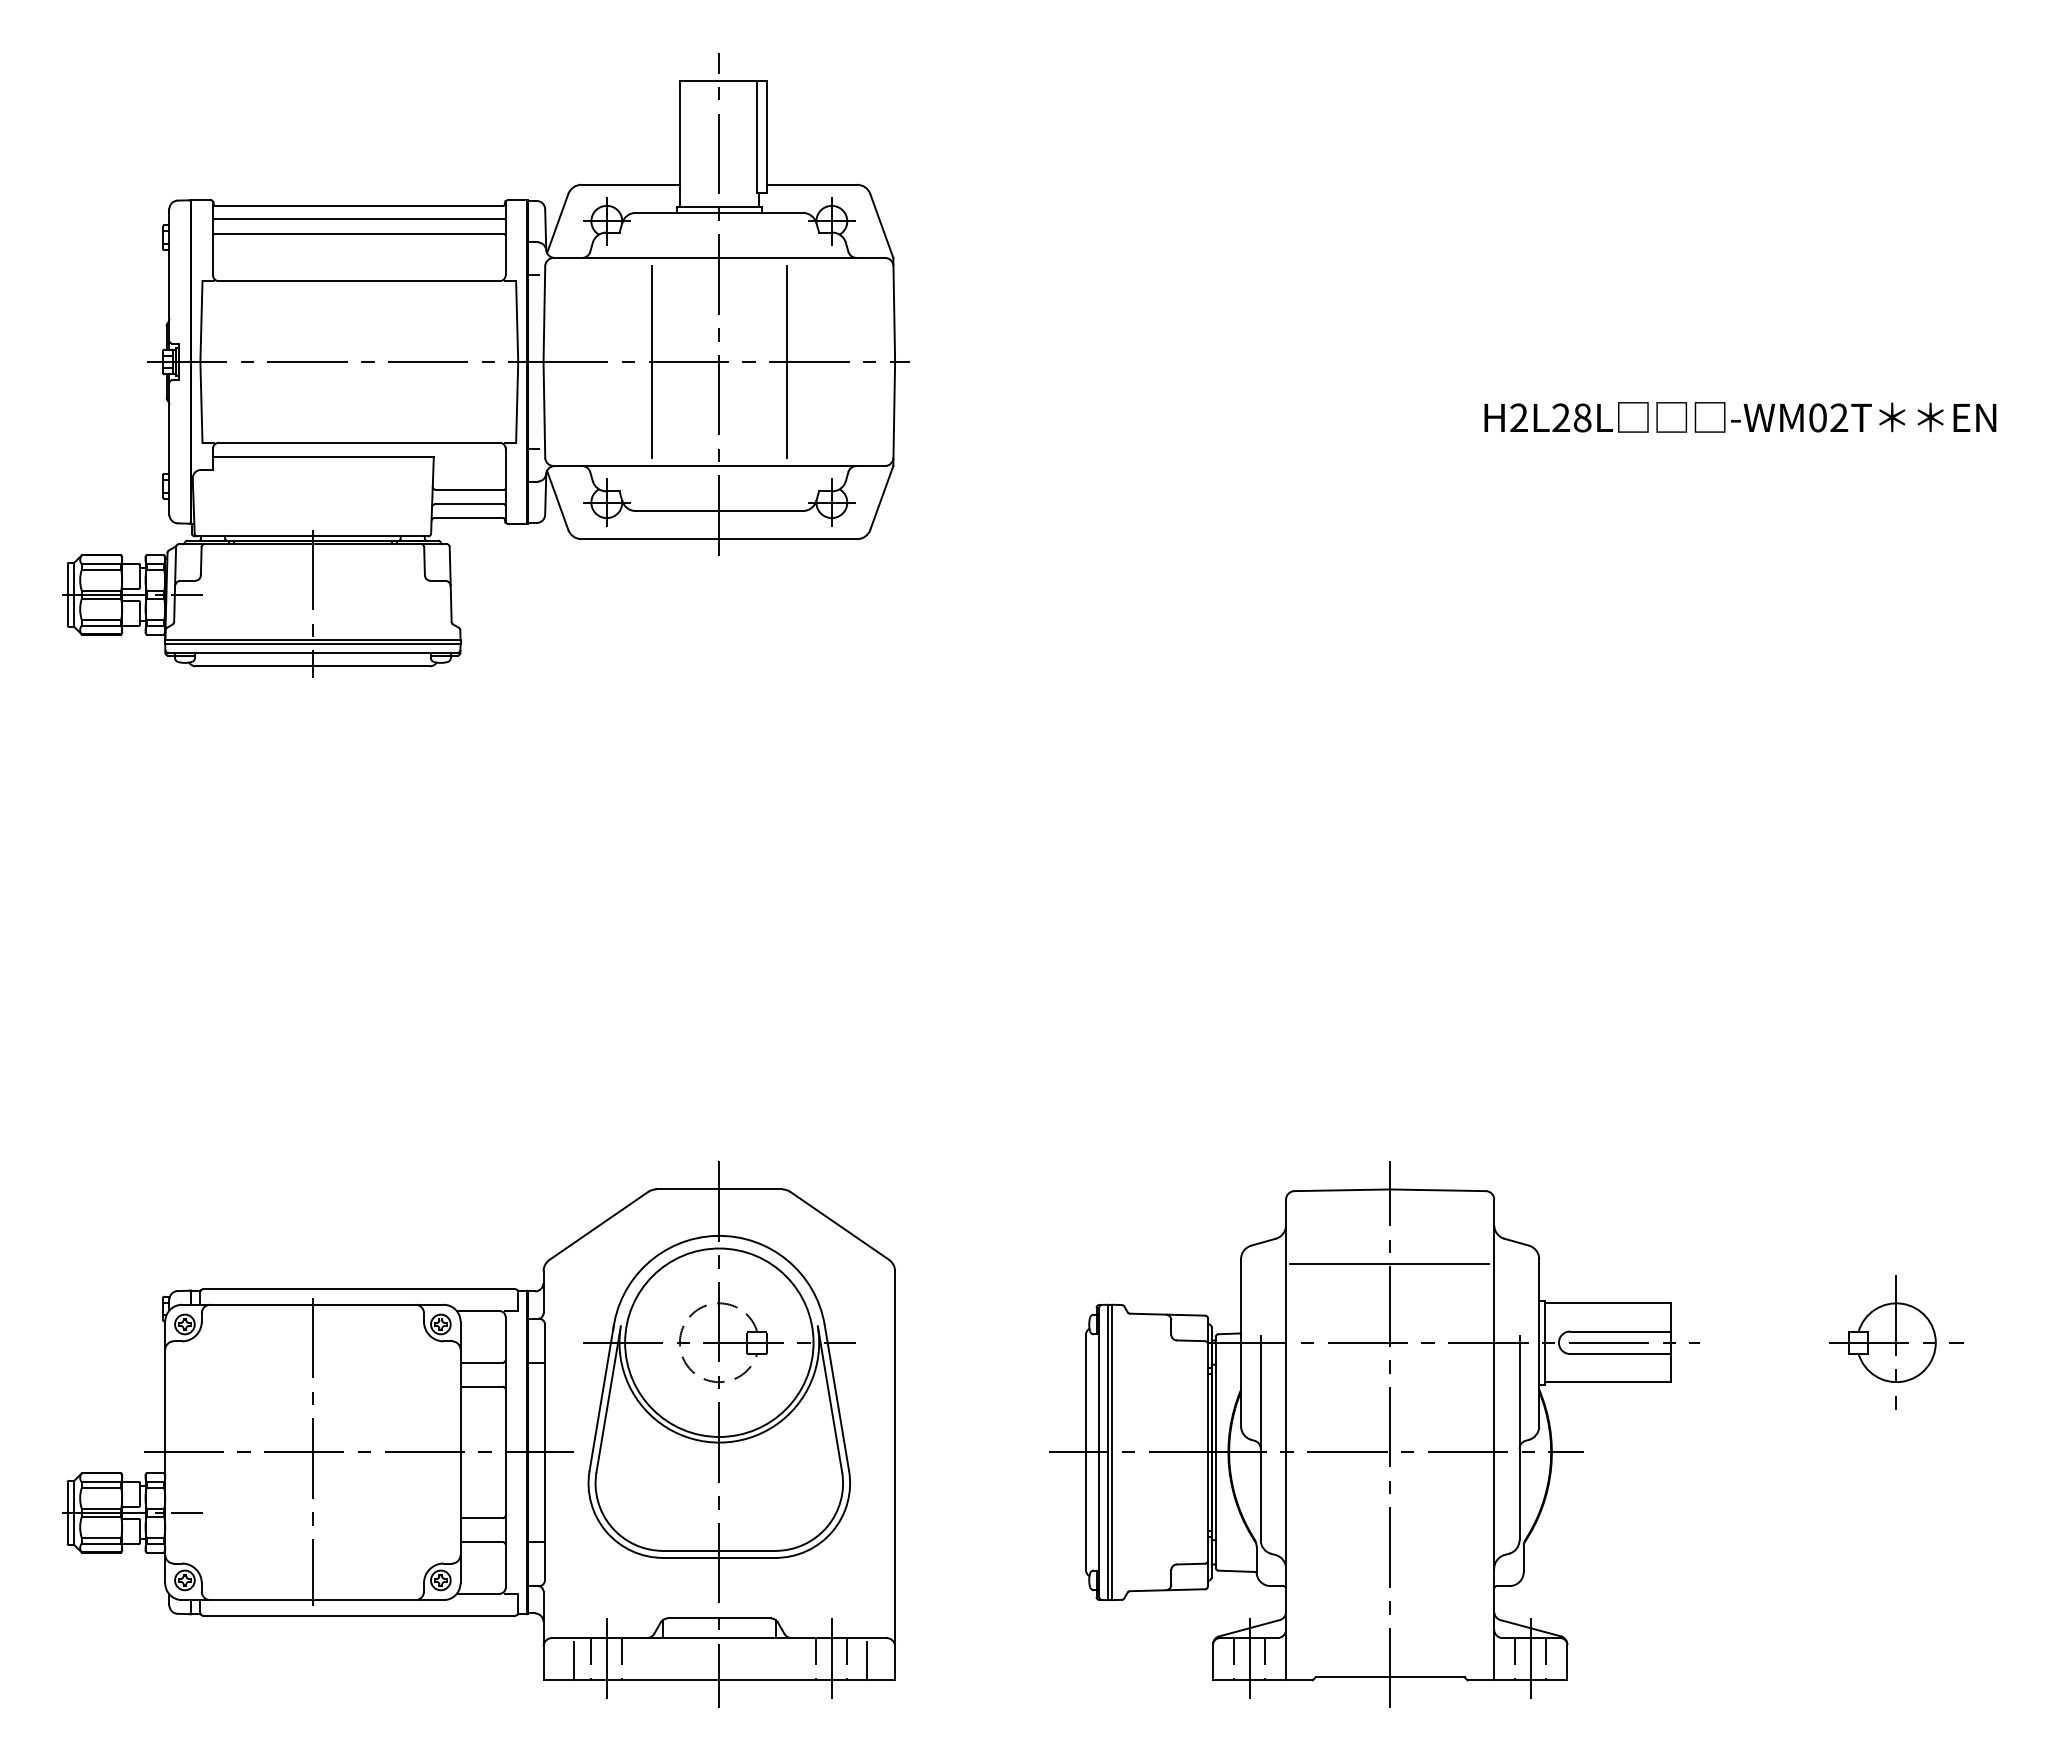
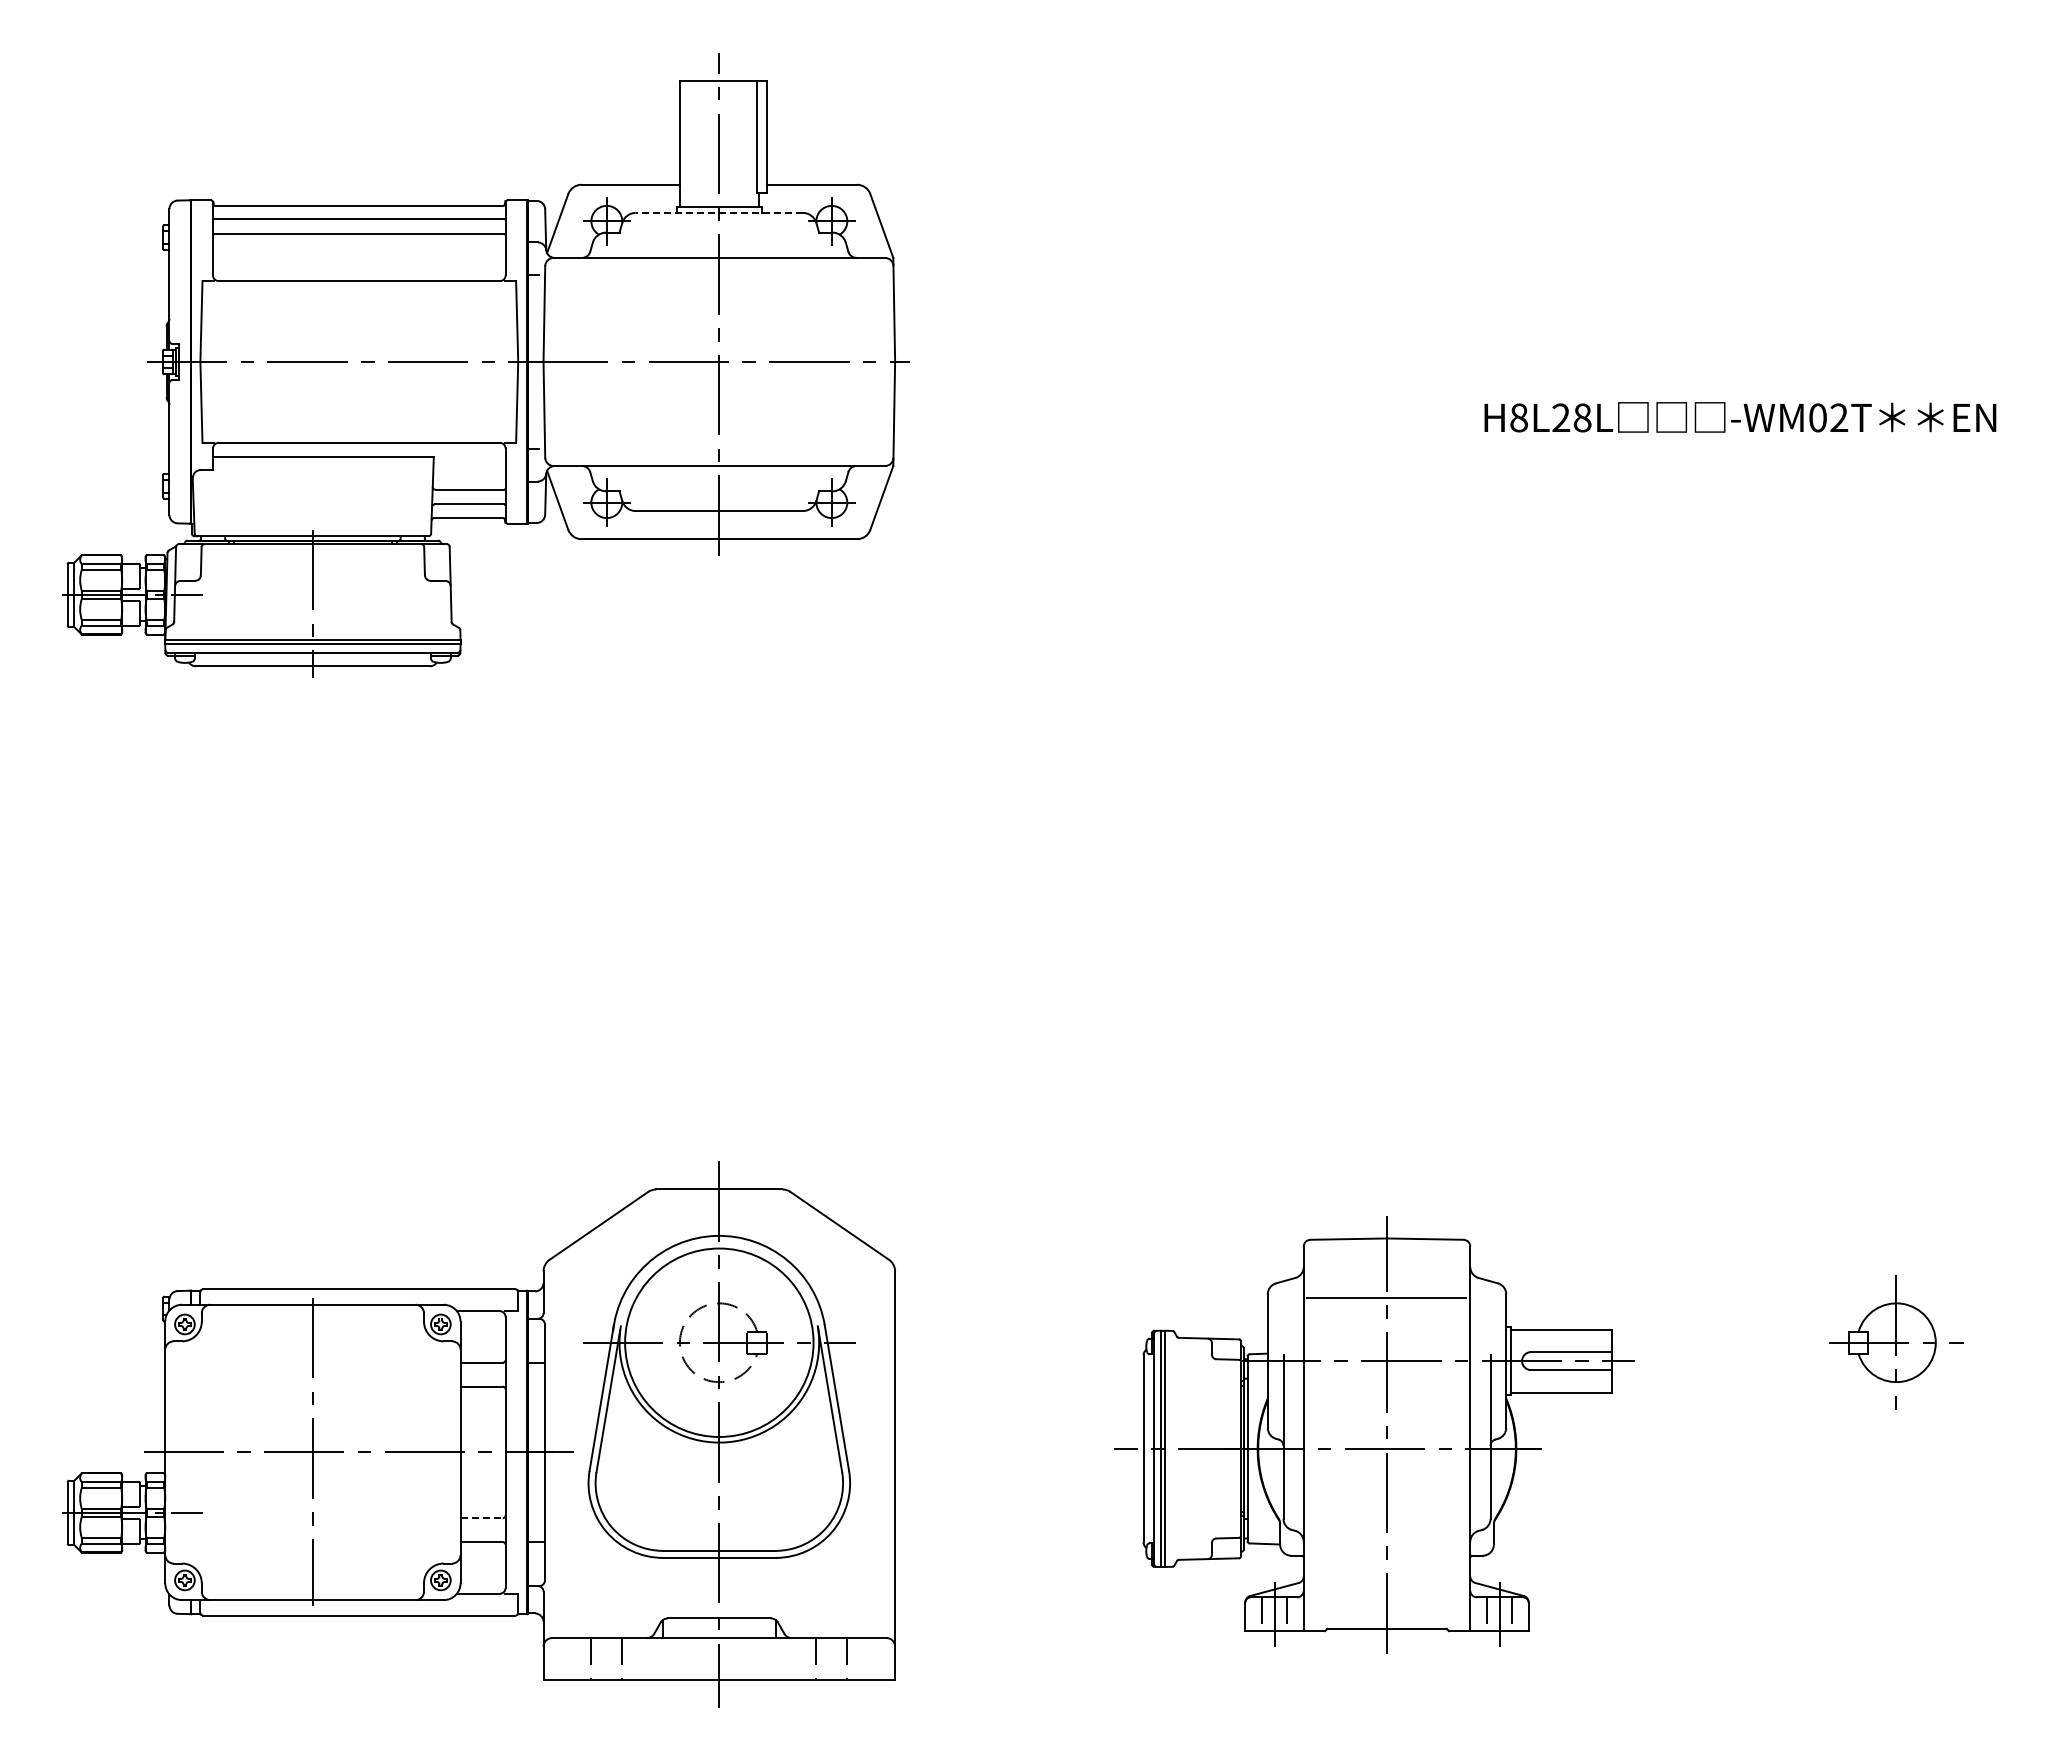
line at (719, 212): solid -> dashed
line at (651, 361): present -> none
line at (786, 361): present -> none
text at (1519, 417): H2L28L -> H8L28L
part at (1374, 1434) size: 651x547 px -> 521x438 px
line at (482, 1518): solid -> dashed
line at (606, 1658): present -> none
line at (831, 1658): present -> none
line at (574, 1661): present -> none
line at (867, 1661): present -> none
